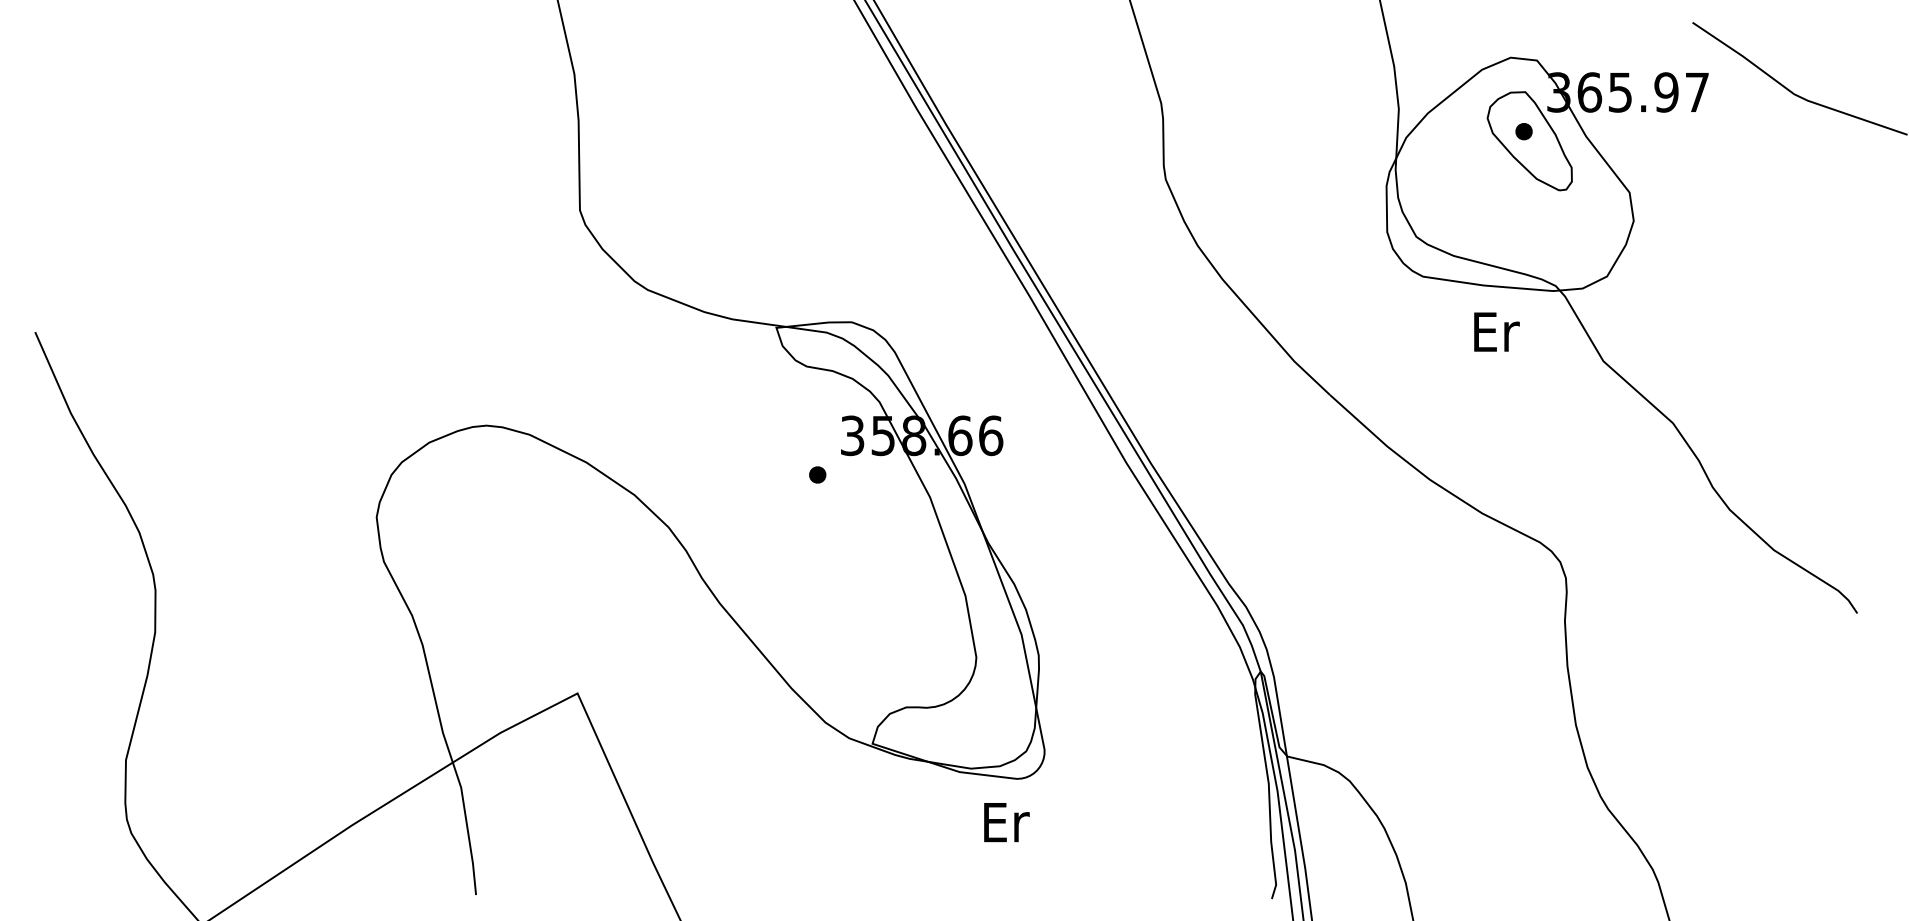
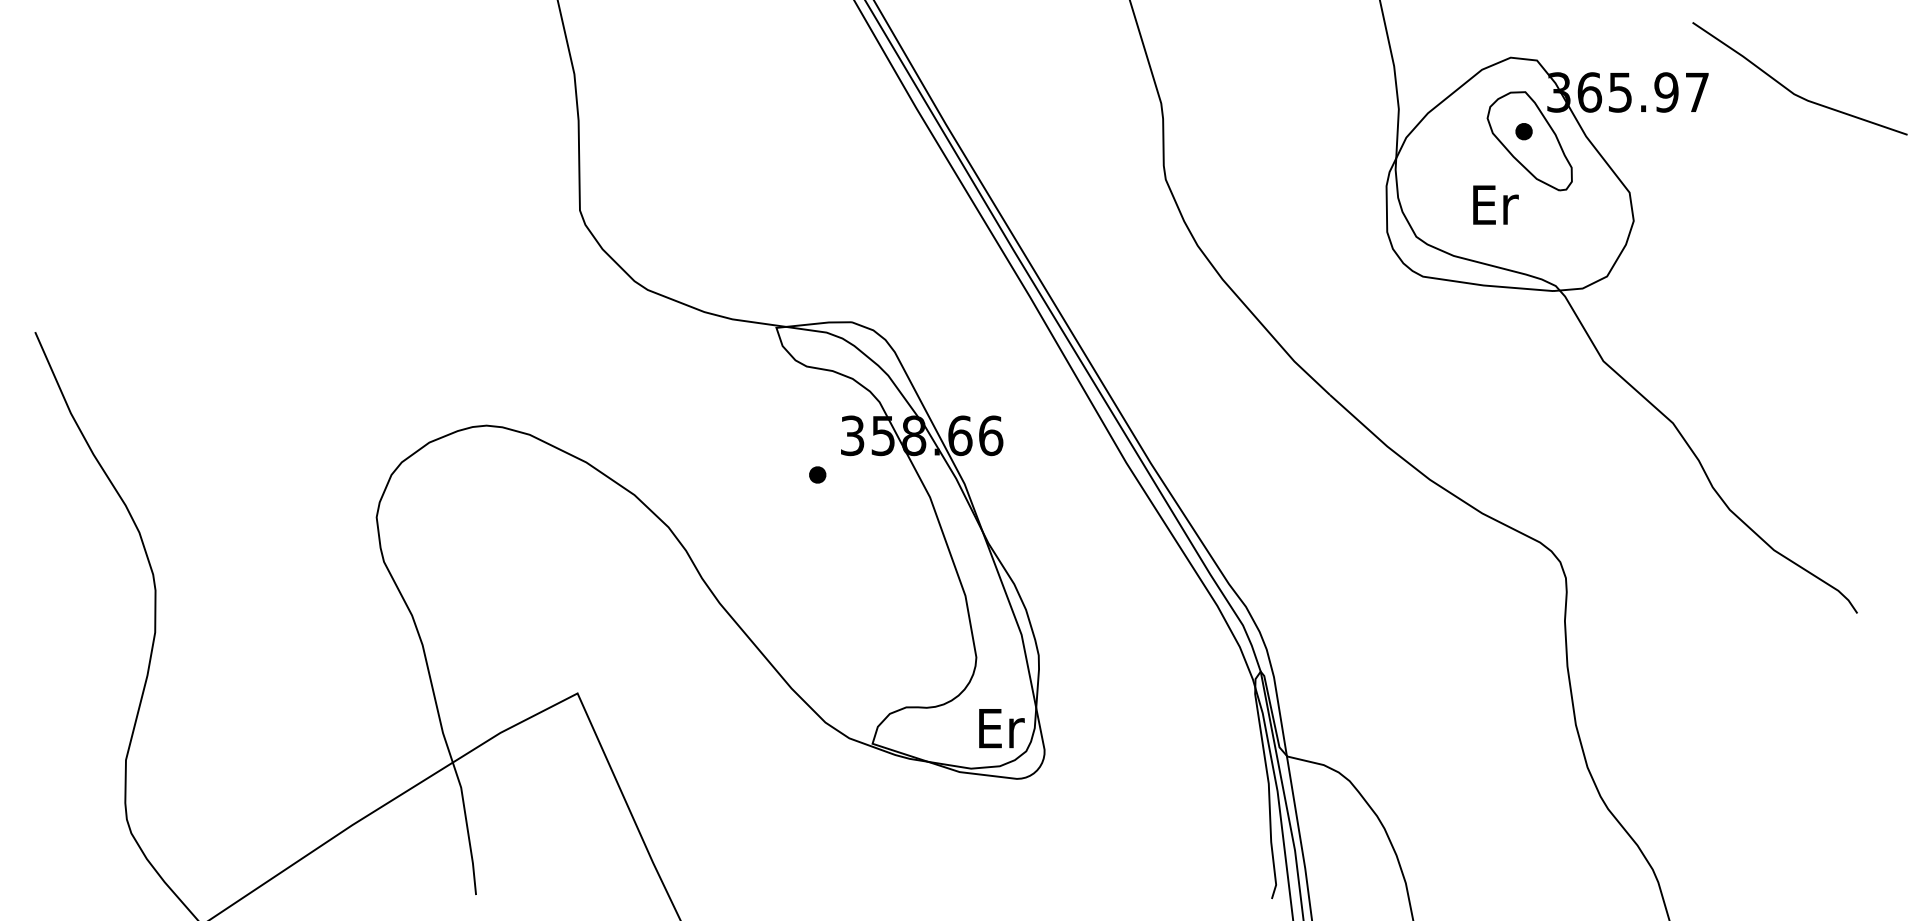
text at (1496, 331) position: (1496, 331) -> (1495, 204)
text at (1006, 822) position: (1006, 822) -> (1001, 728)
